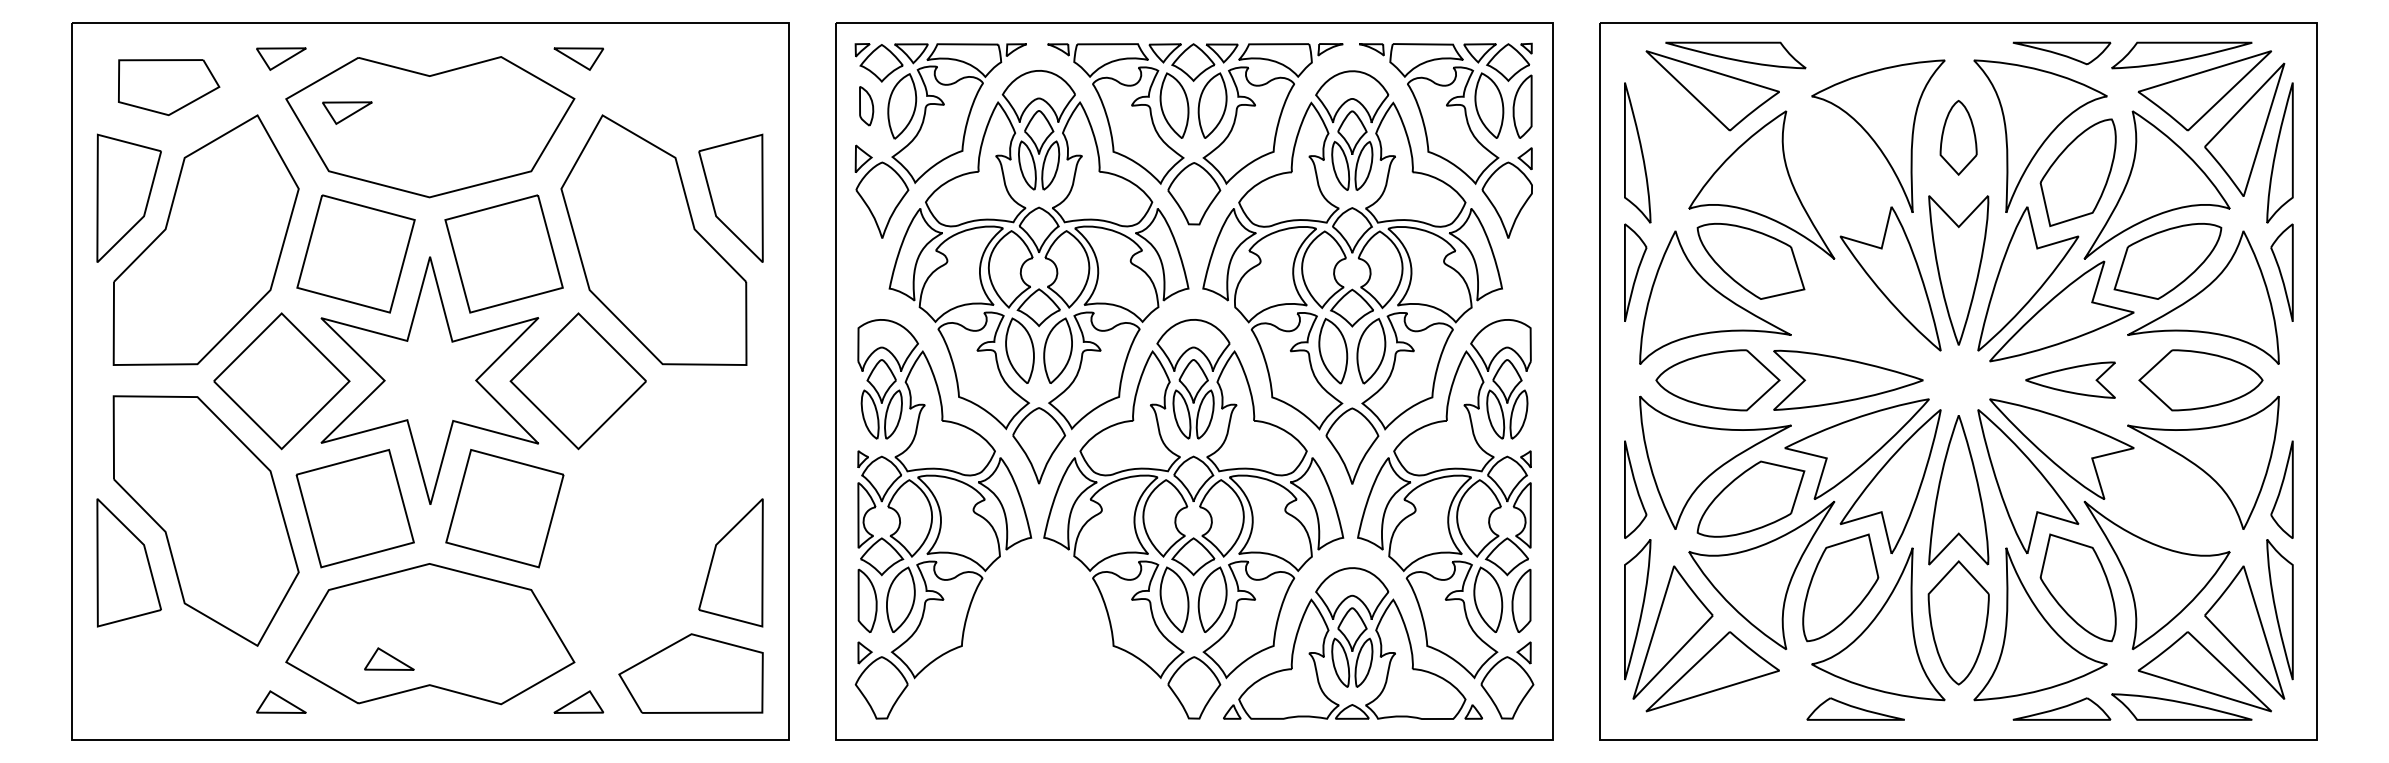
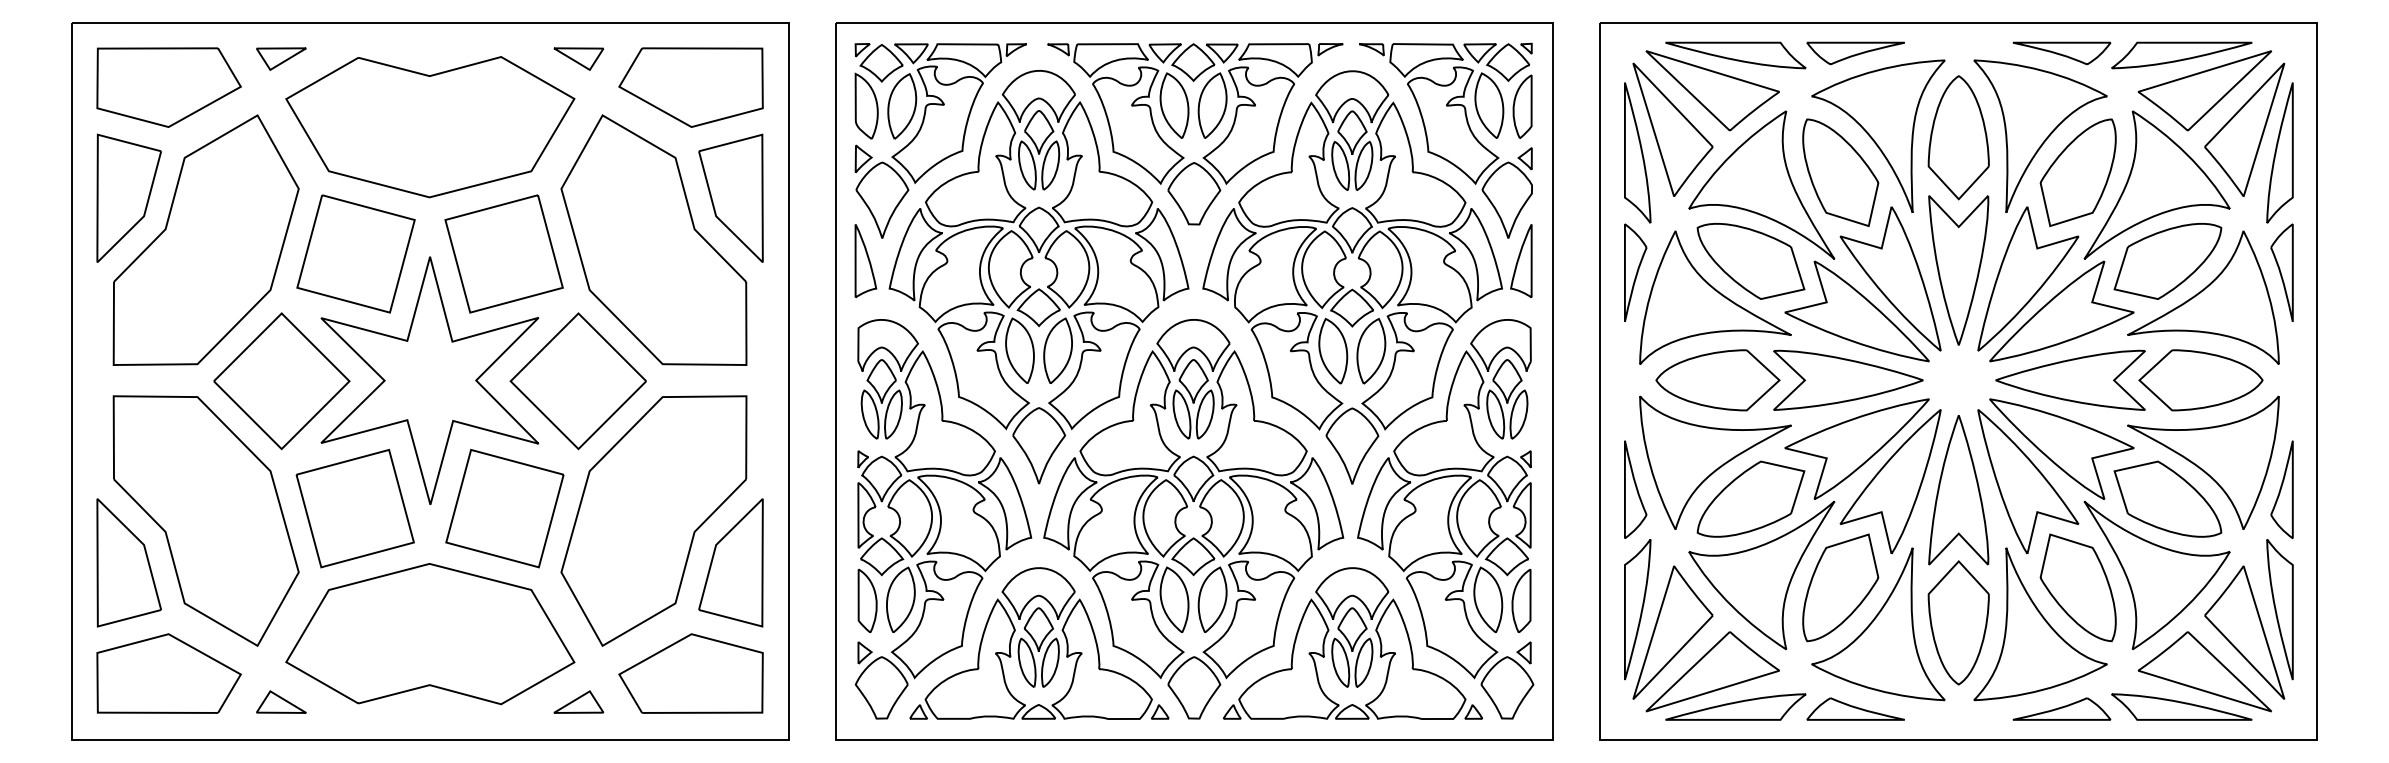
part at (1855, 53): none -> present
part at (169, 87) size: 103x58 px -> 146x81 px
part at (690, 87): none -> present
part at (866, 106) size: 16x41 px -> 25x68 px
part at (347, 112): present -> none
part at (1672, 129): none -> present
part at (1958, 137) size: 39x76 px -> 63x126 px
part at (1840, 172): none -> present
part at (865, 260): none -> present
part at (1521, 260): none -> present
part at (1856, 311): none -> present
part at (2070, 379) size: 91x38 px -> 151x62 px
part at (2167, 498): none -> present
part at (653, 520): none -> present
part at (1039, 643): none -> present
part at (389, 658): present -> none
part at (168, 673): none -> present
part at (1735, 706): none -> present
